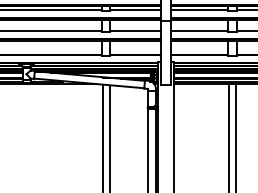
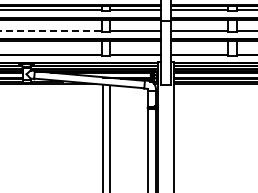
line at (50, 31): solid -> dashed
line at (228, 136): present -> none
line at (235, 136): present -> none
